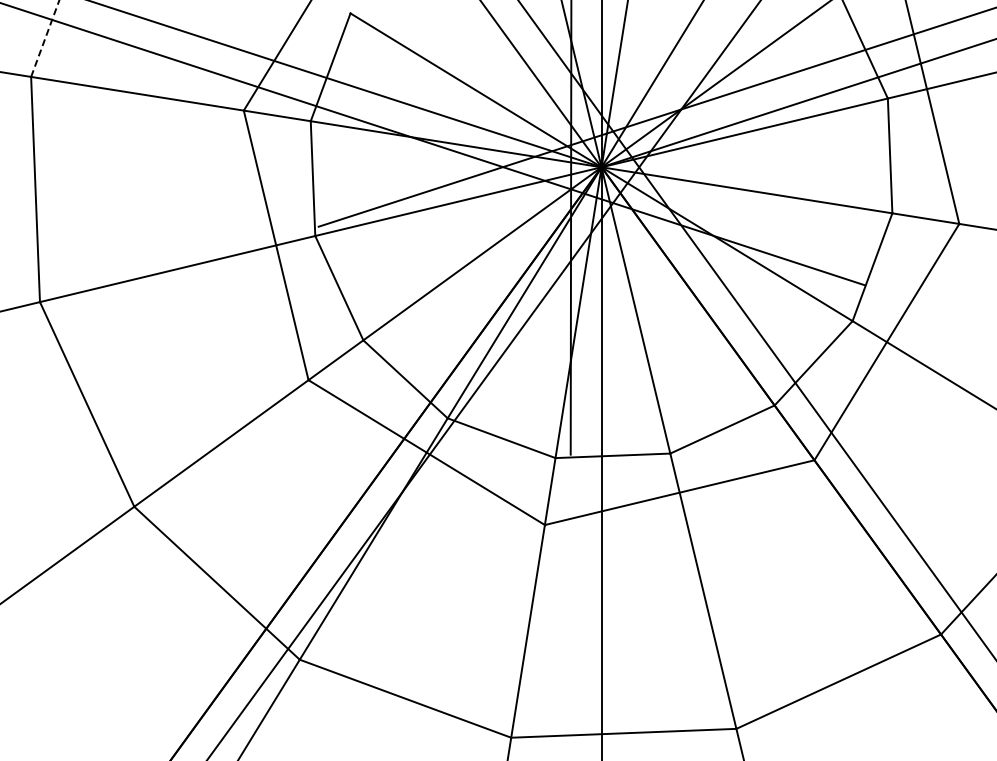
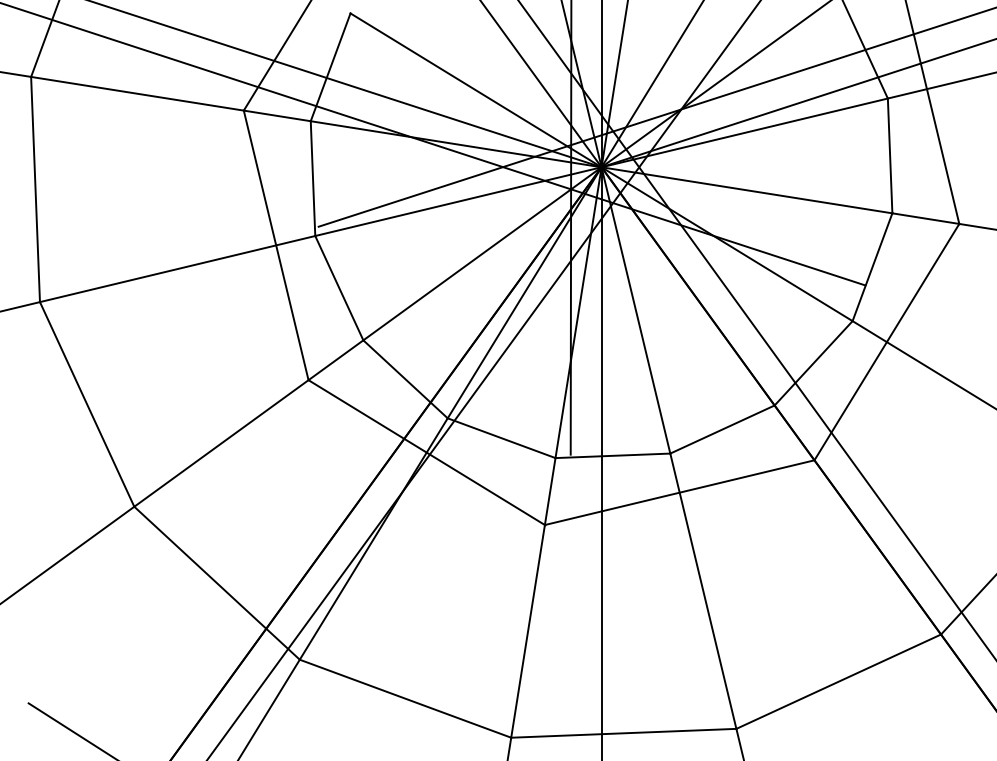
line at (45, 38): dashed -> solid
line at (71, 730): none -> present
